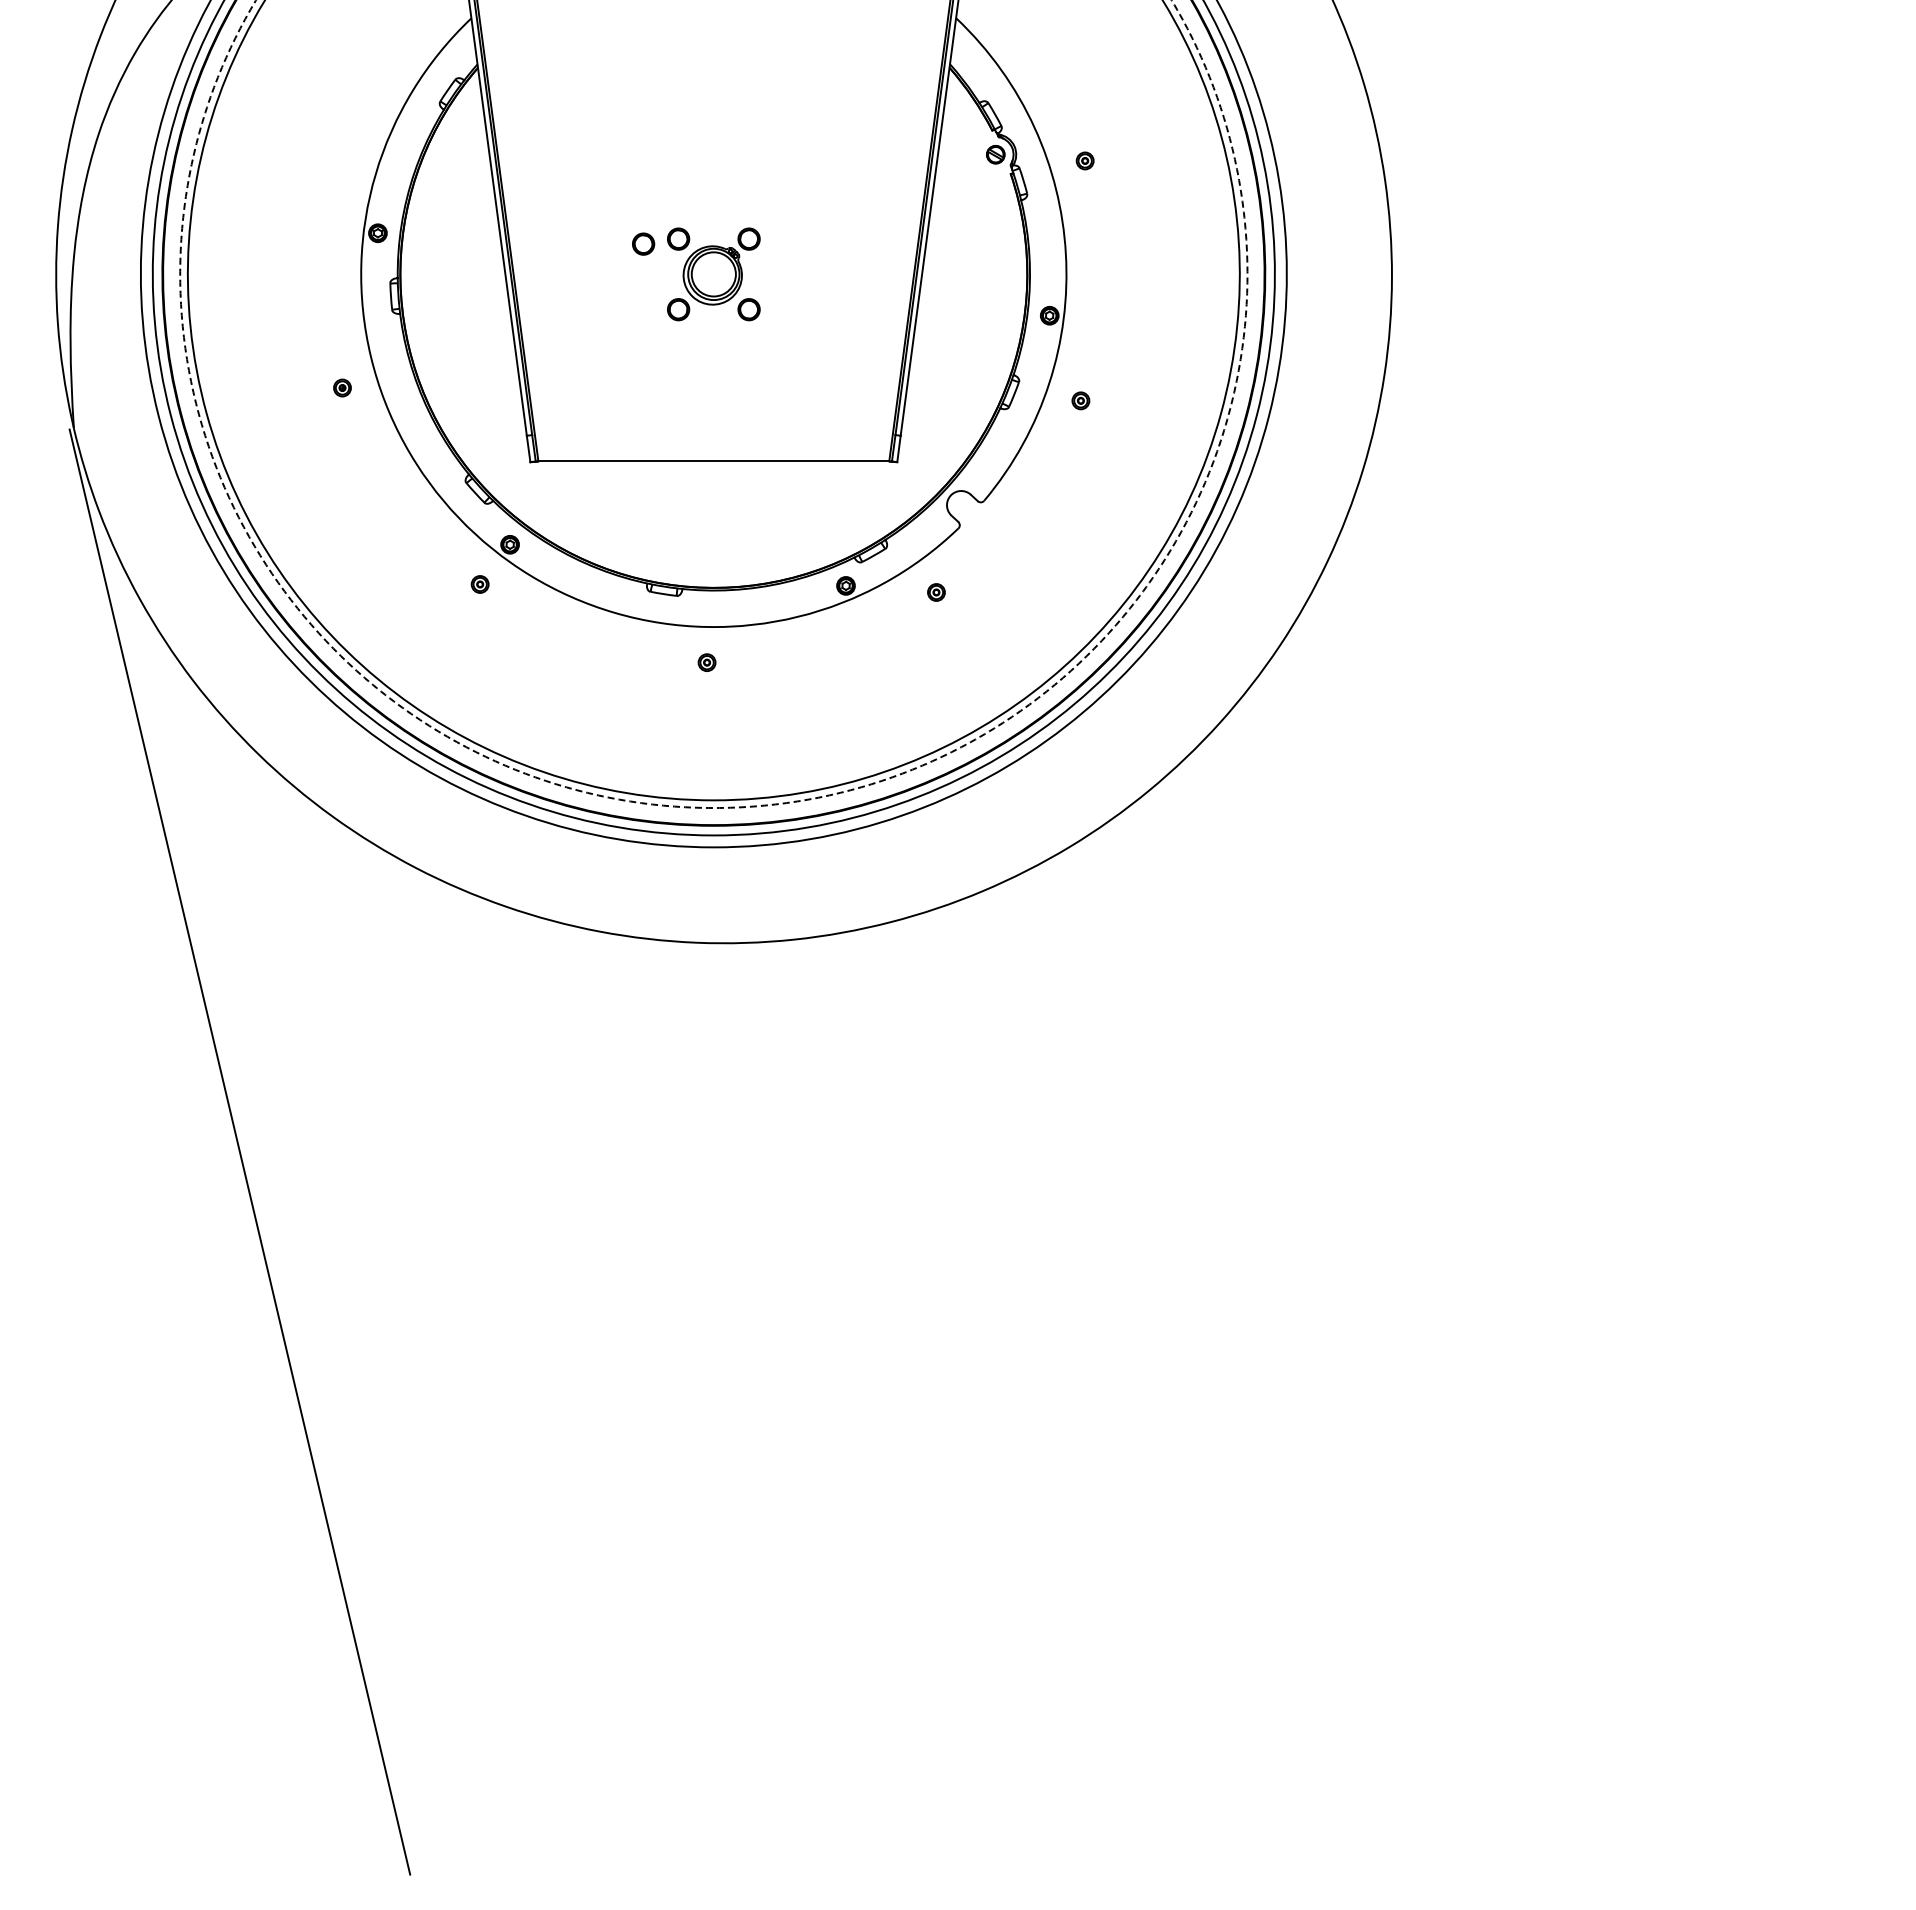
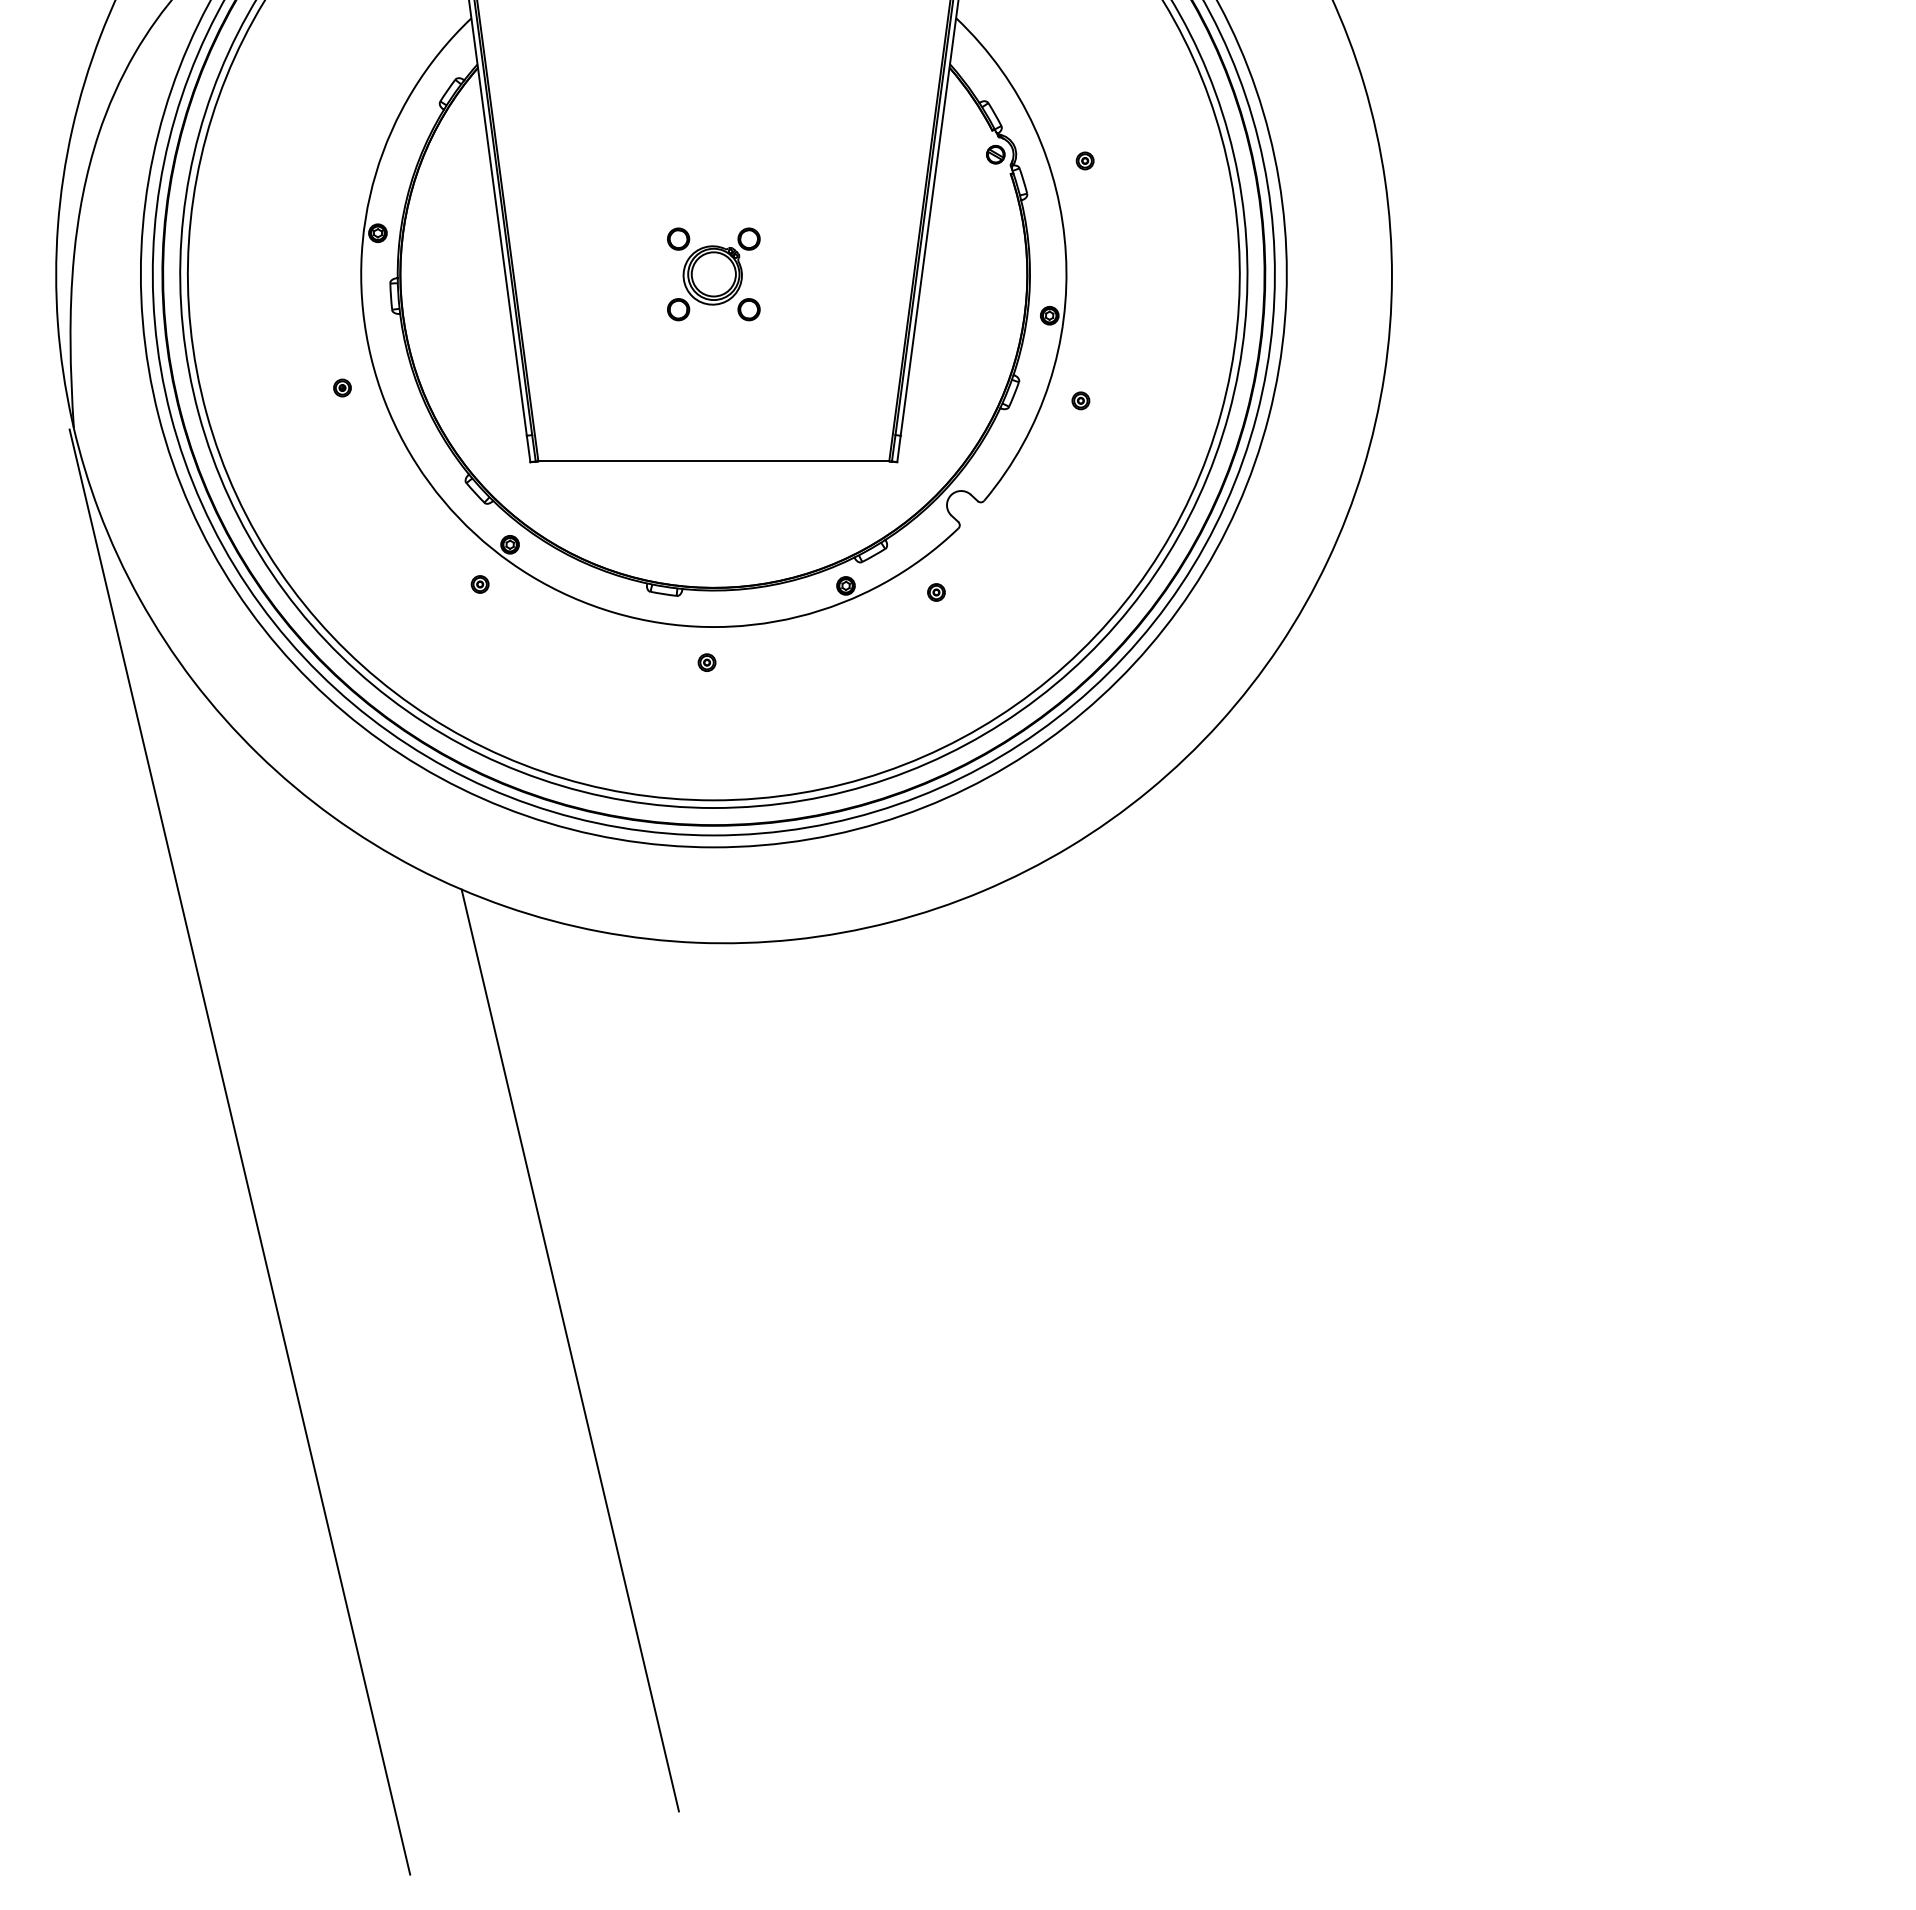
part at (643, 243): present -> none
arc at (713, 808): dashed -> solid
line at (569, 1350): none -> present
